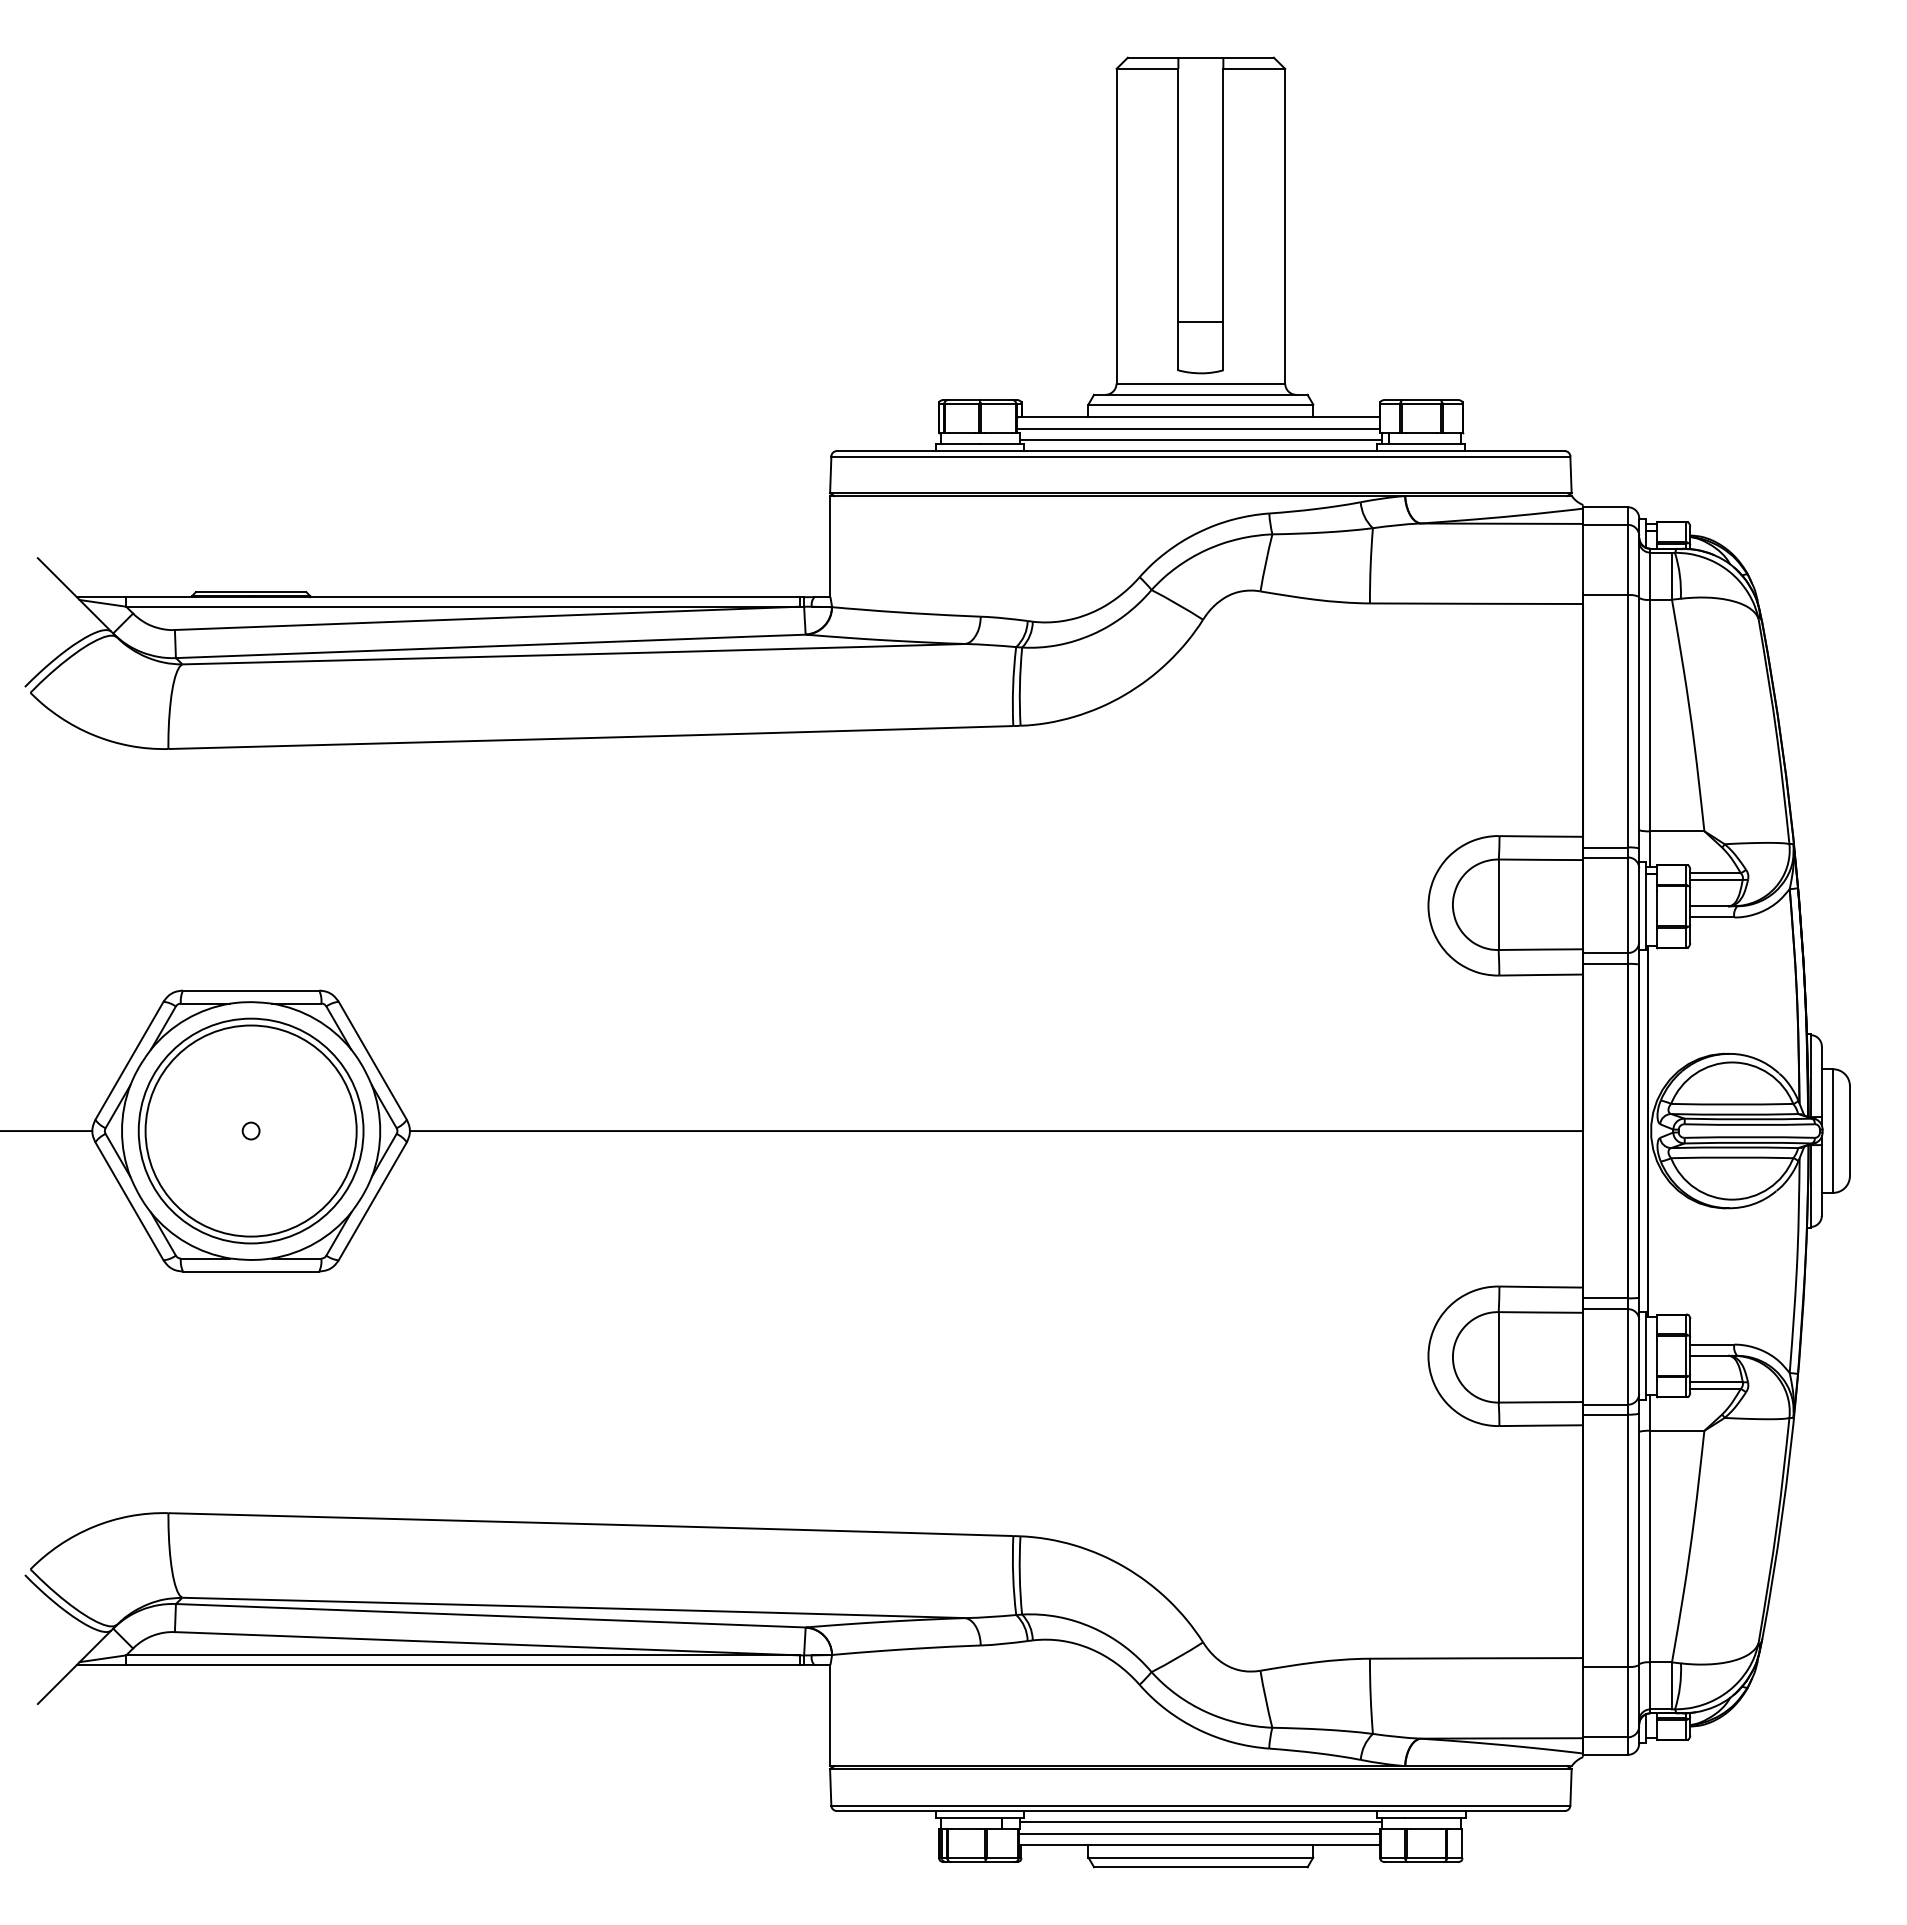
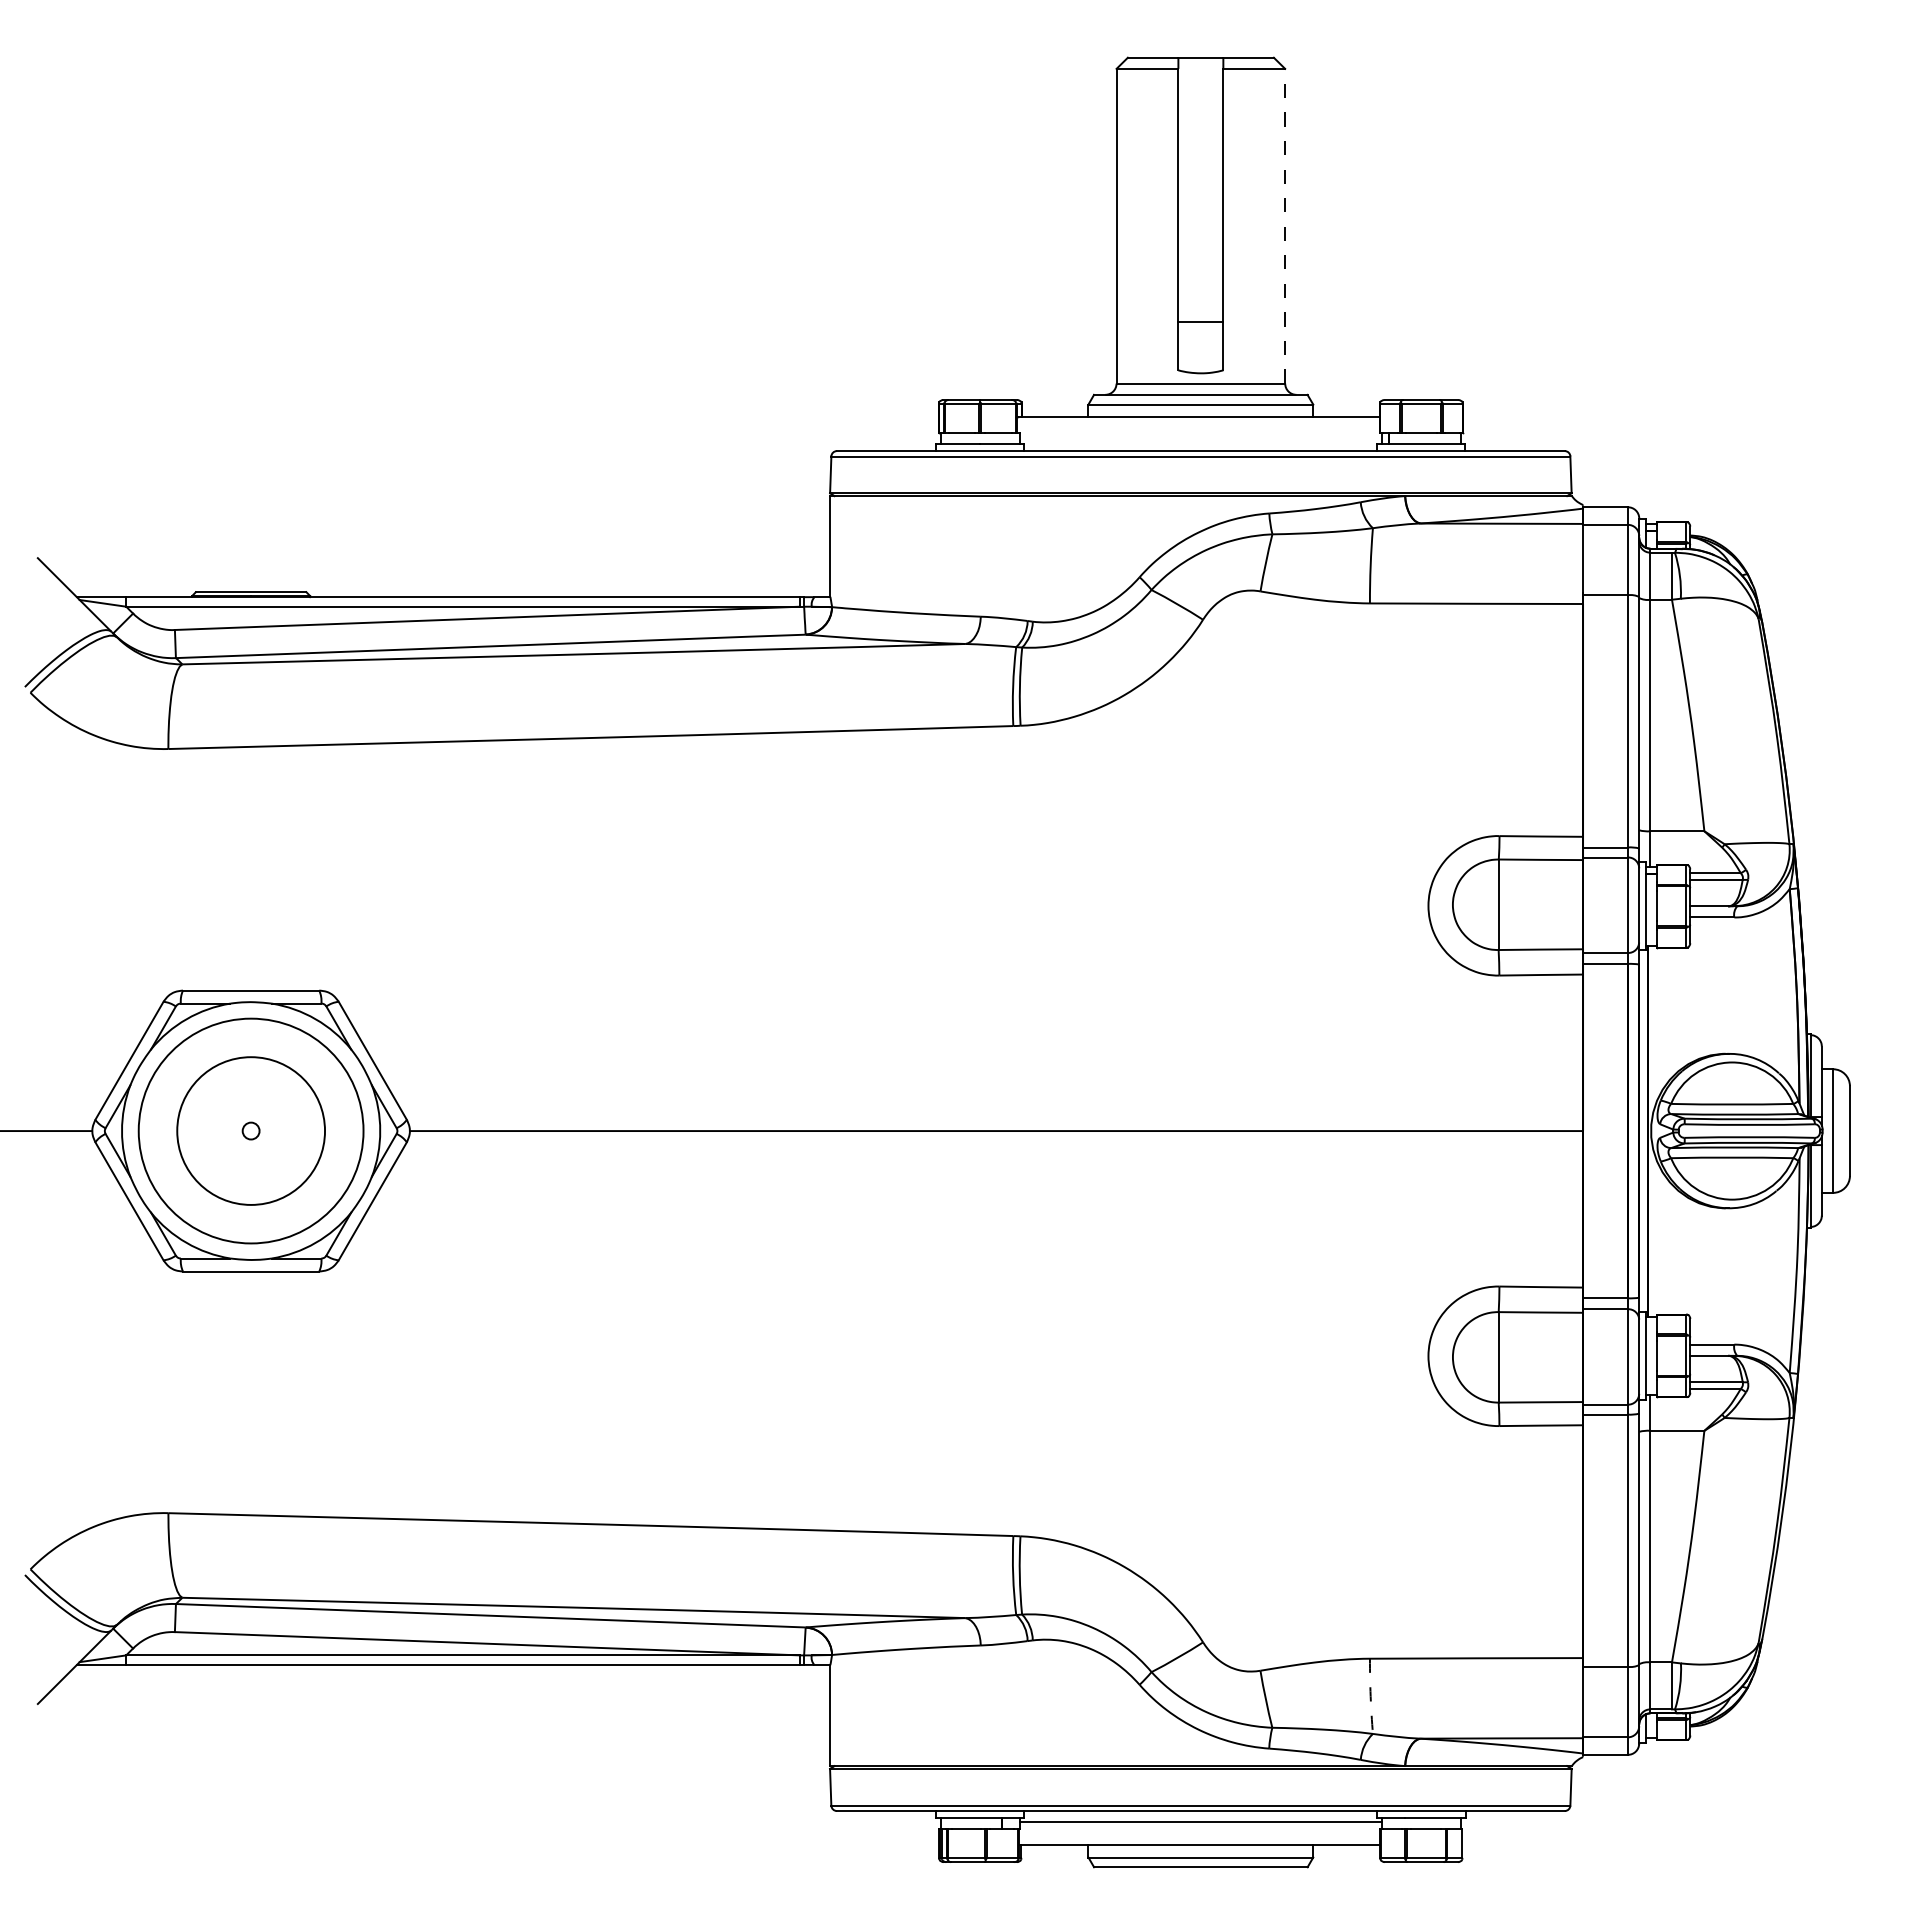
line at (1285, 225): solid -> dashed
line at (1198, 428): present -> none
line at (1200, 439): present -> none
circle at (250, 1130) diameter: 211 px -> 148 px
arc at (1370, 1696): solid -> dashed
line at (1199, 1833): present -> none
